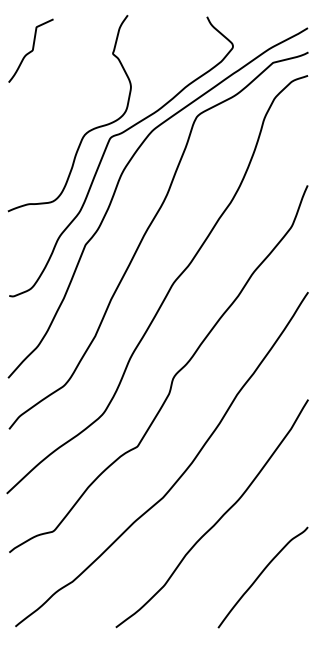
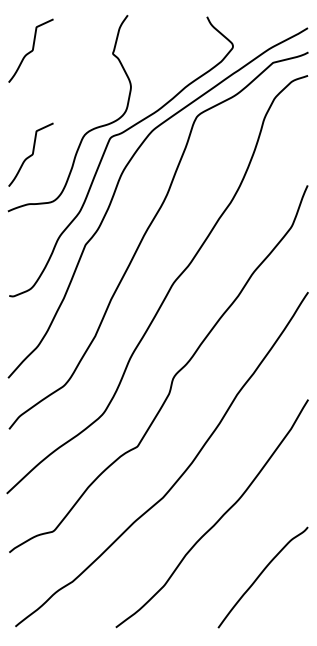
curve at (30, 154): none -> present
